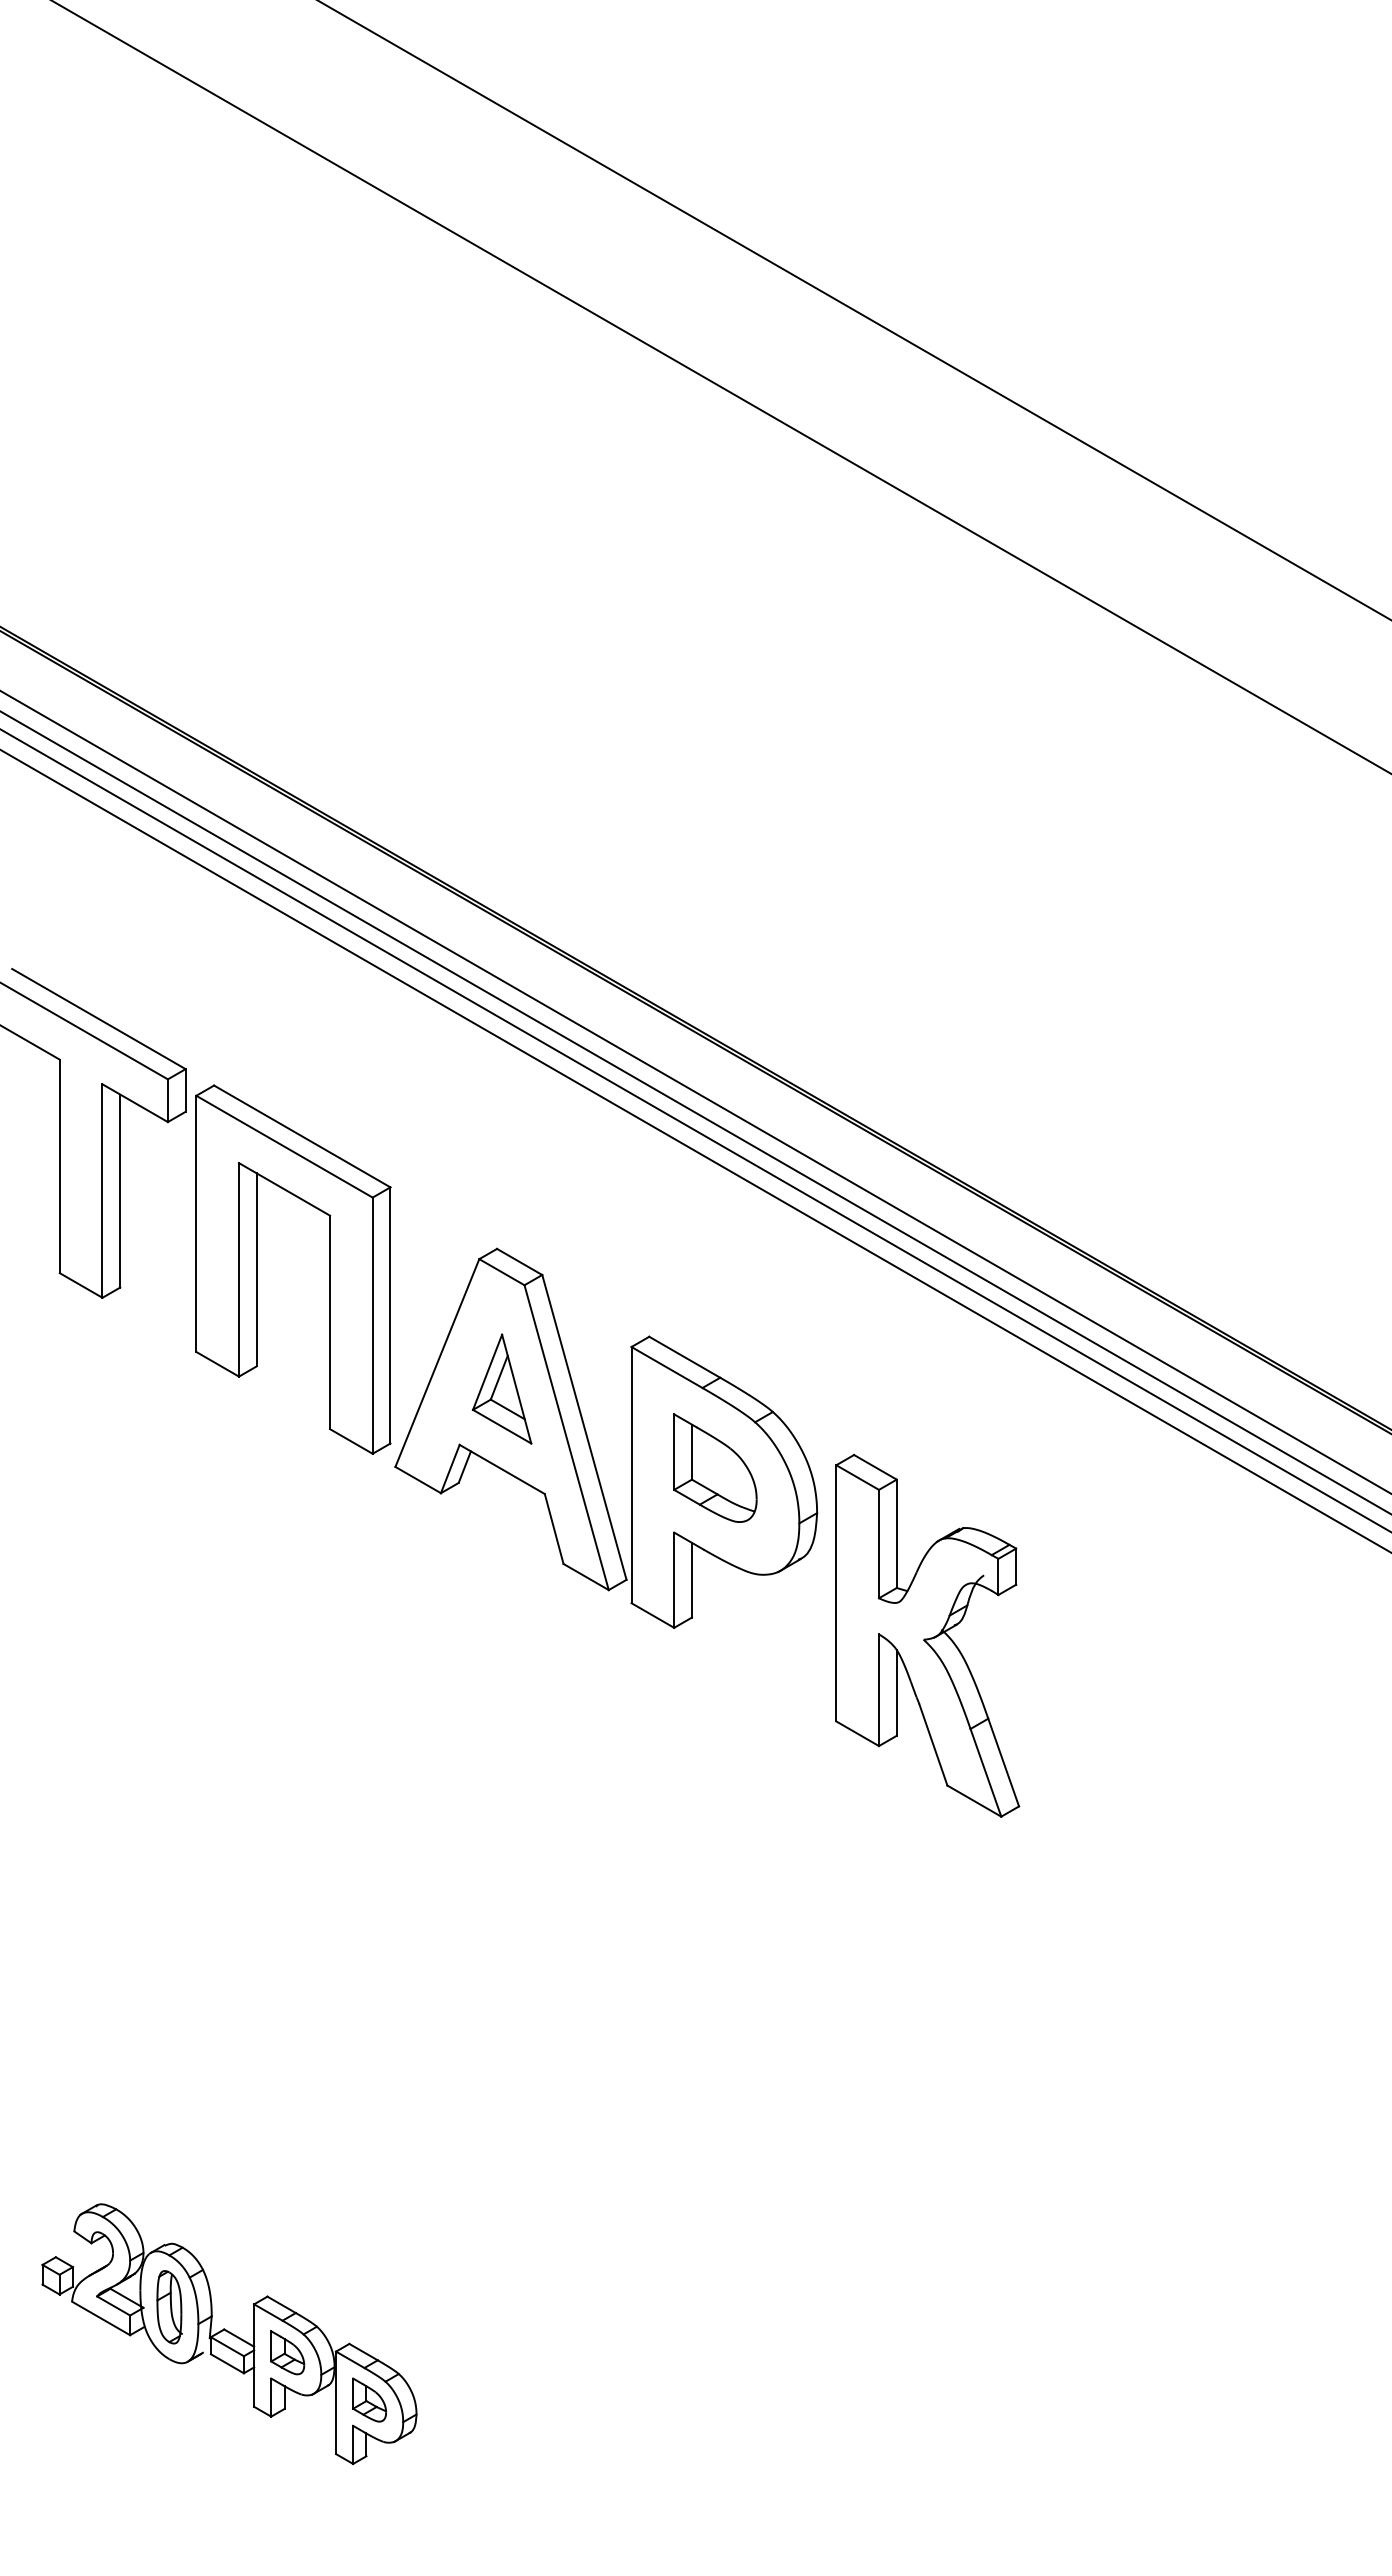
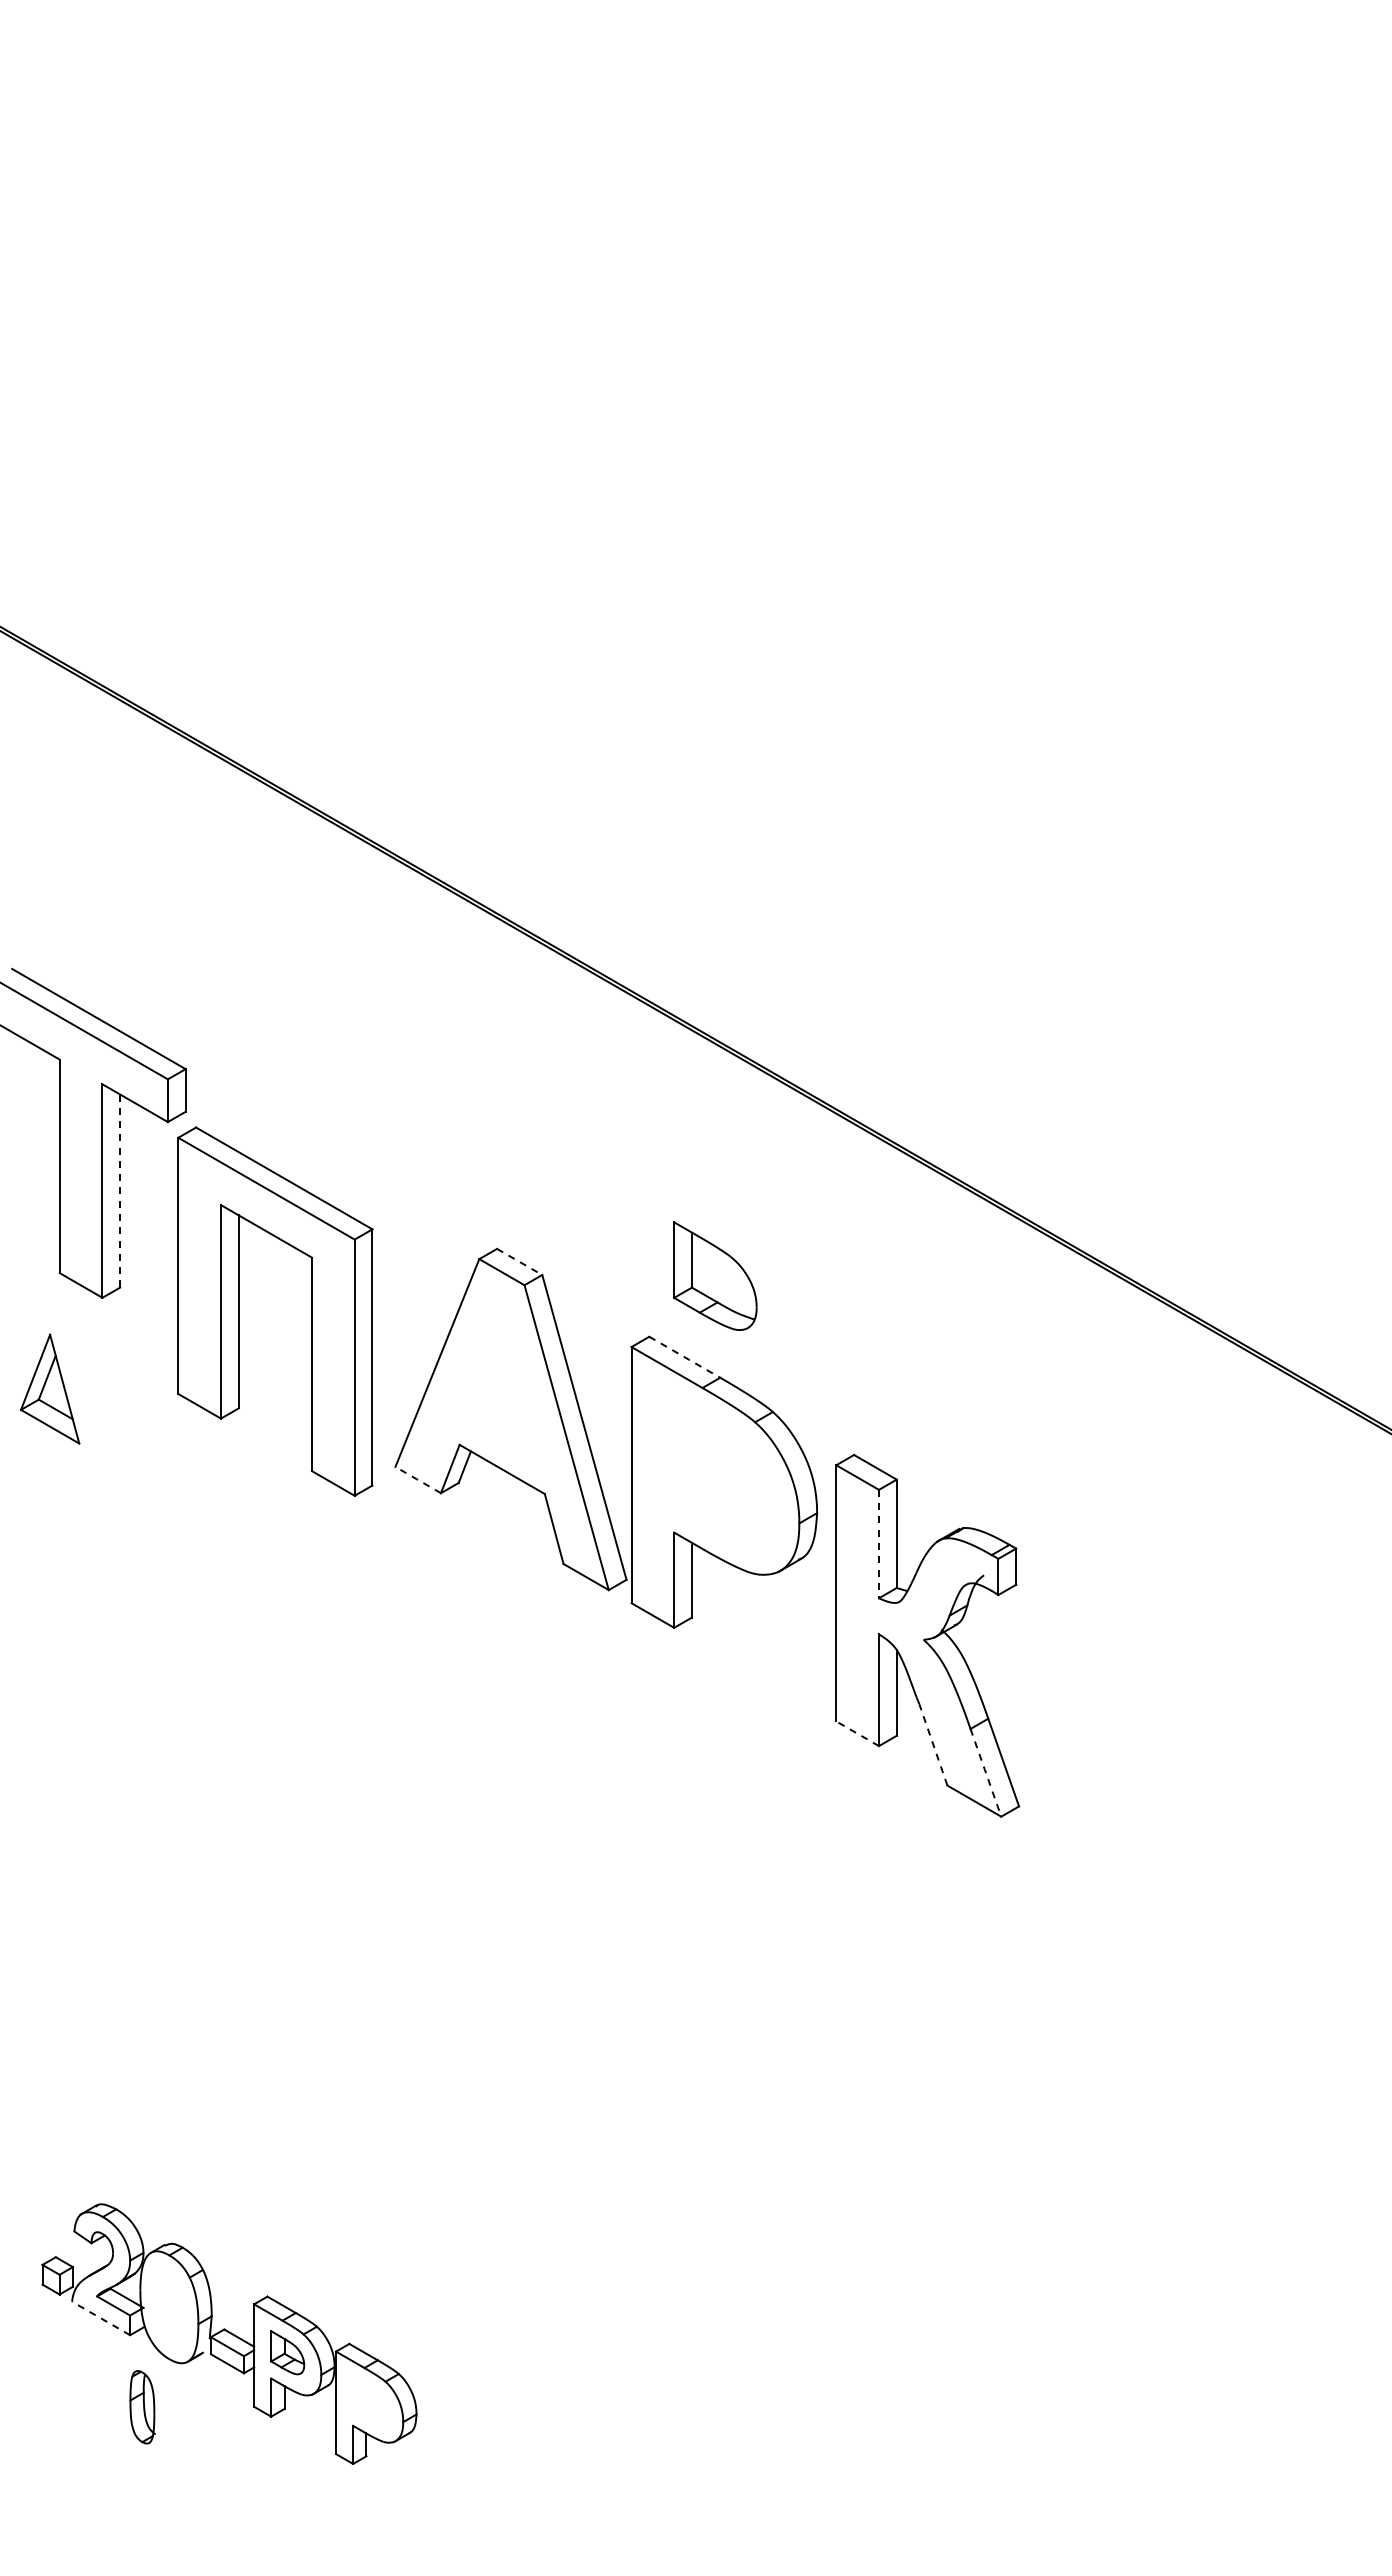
line at (854, 310): present -> none
line at (721, 387): present -> none
line at (695, 1092): present -> none
line at (695, 1112): present -> none
line at (695, 1130): present -> none
line at (695, 1151): present -> none
line at (120, 1191): solid -> dashed
line at (520, 1262): solid -> dashed
part at (257, 1269) position: (257, 1269) -> (239, 1311)
line at (684, 1357): solid -> dashed
part at (502, 1388) position: (502, 1388) -> (50, 1388)
part at (715, 1467) position: (715, 1467) -> (715, 1275)
line at (417, 1479): solid -> dashed
line at (878, 1544): solid -> dashed
line at (857, 1733): solid -> dashed
line at (933, 1744): solid -> dashed
line at (986, 1773): solid -> dashed
part at (169, 2307) position: (169, 2307) -> (142, 2407)
line at (100, 2318): solid -> dashed
part at (369, 2399): present -> none
